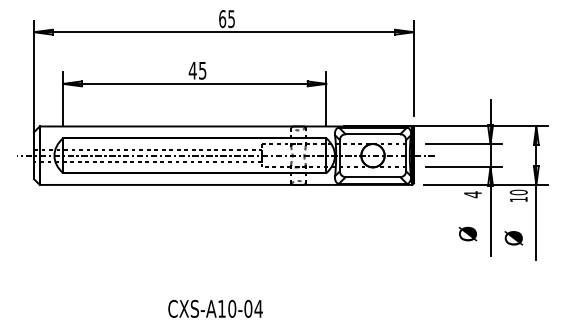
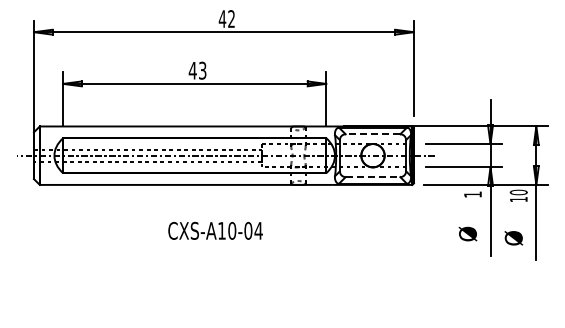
text at (226, 19): 65 -> 42
text at (202, 69): 45 -> 43
line at (372, 134): solid -> dashed
line at (373, 177): solid -> dashed
text at (472, 194): 4 -> 1
text at (215, 308) position: (215, 308) -> (215, 230)
